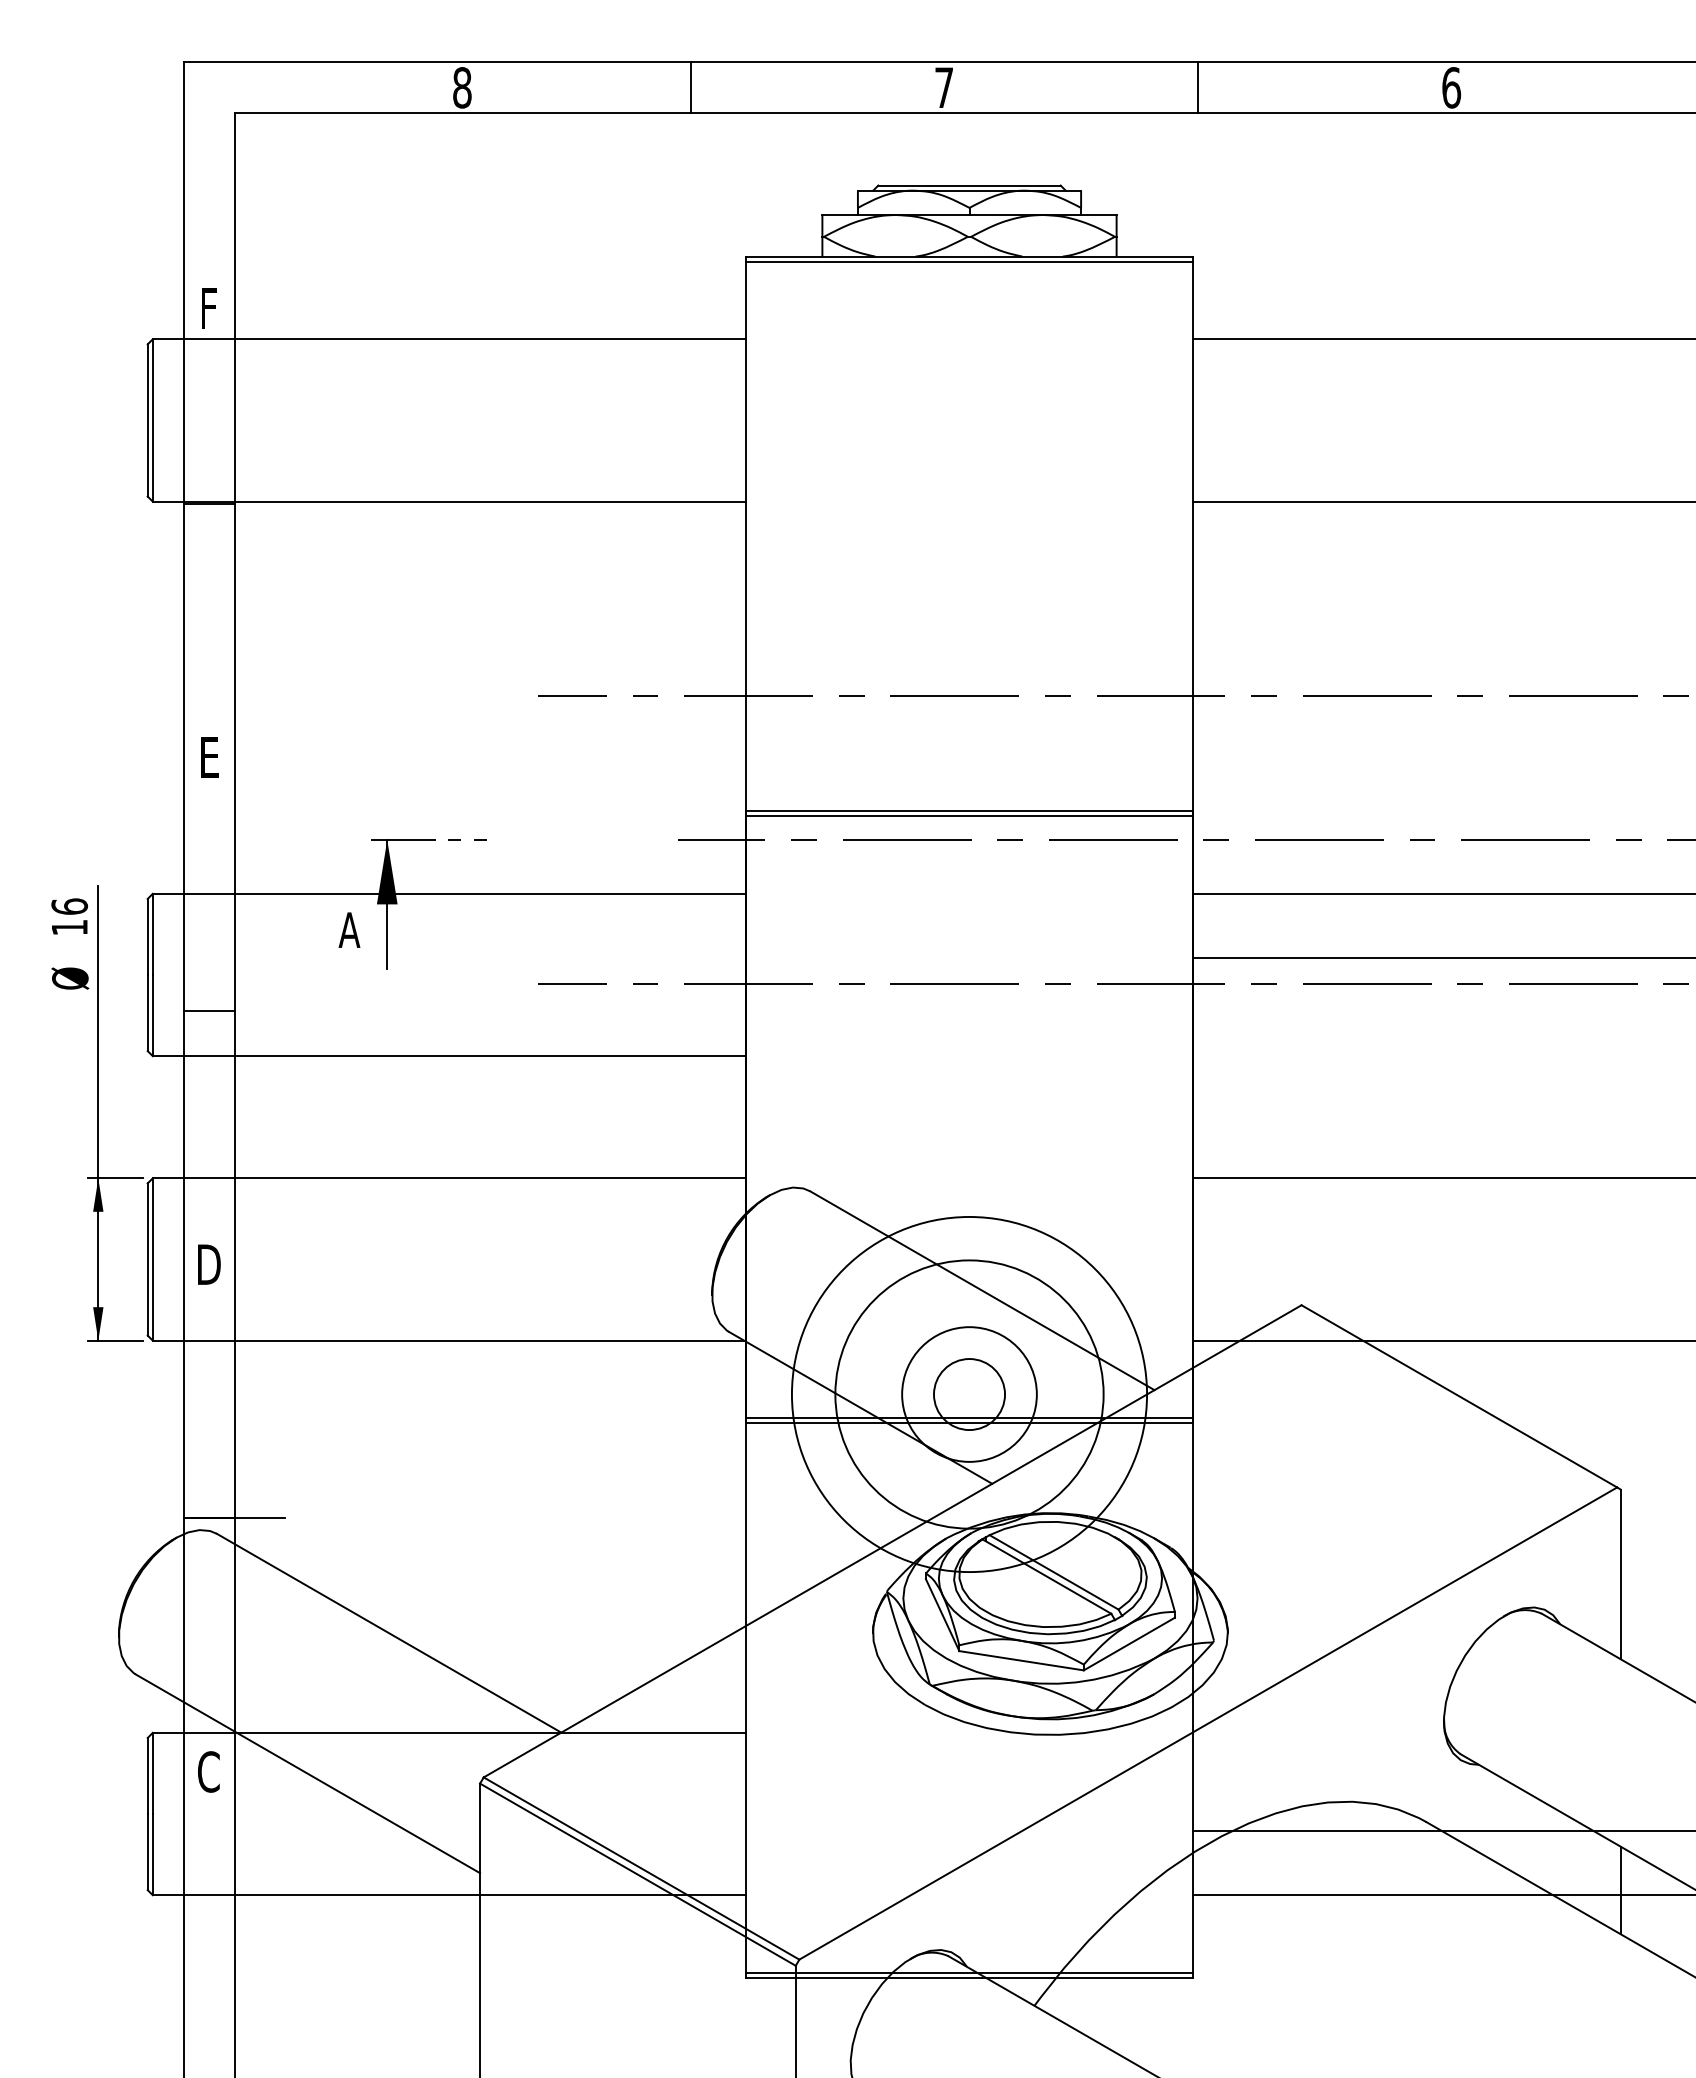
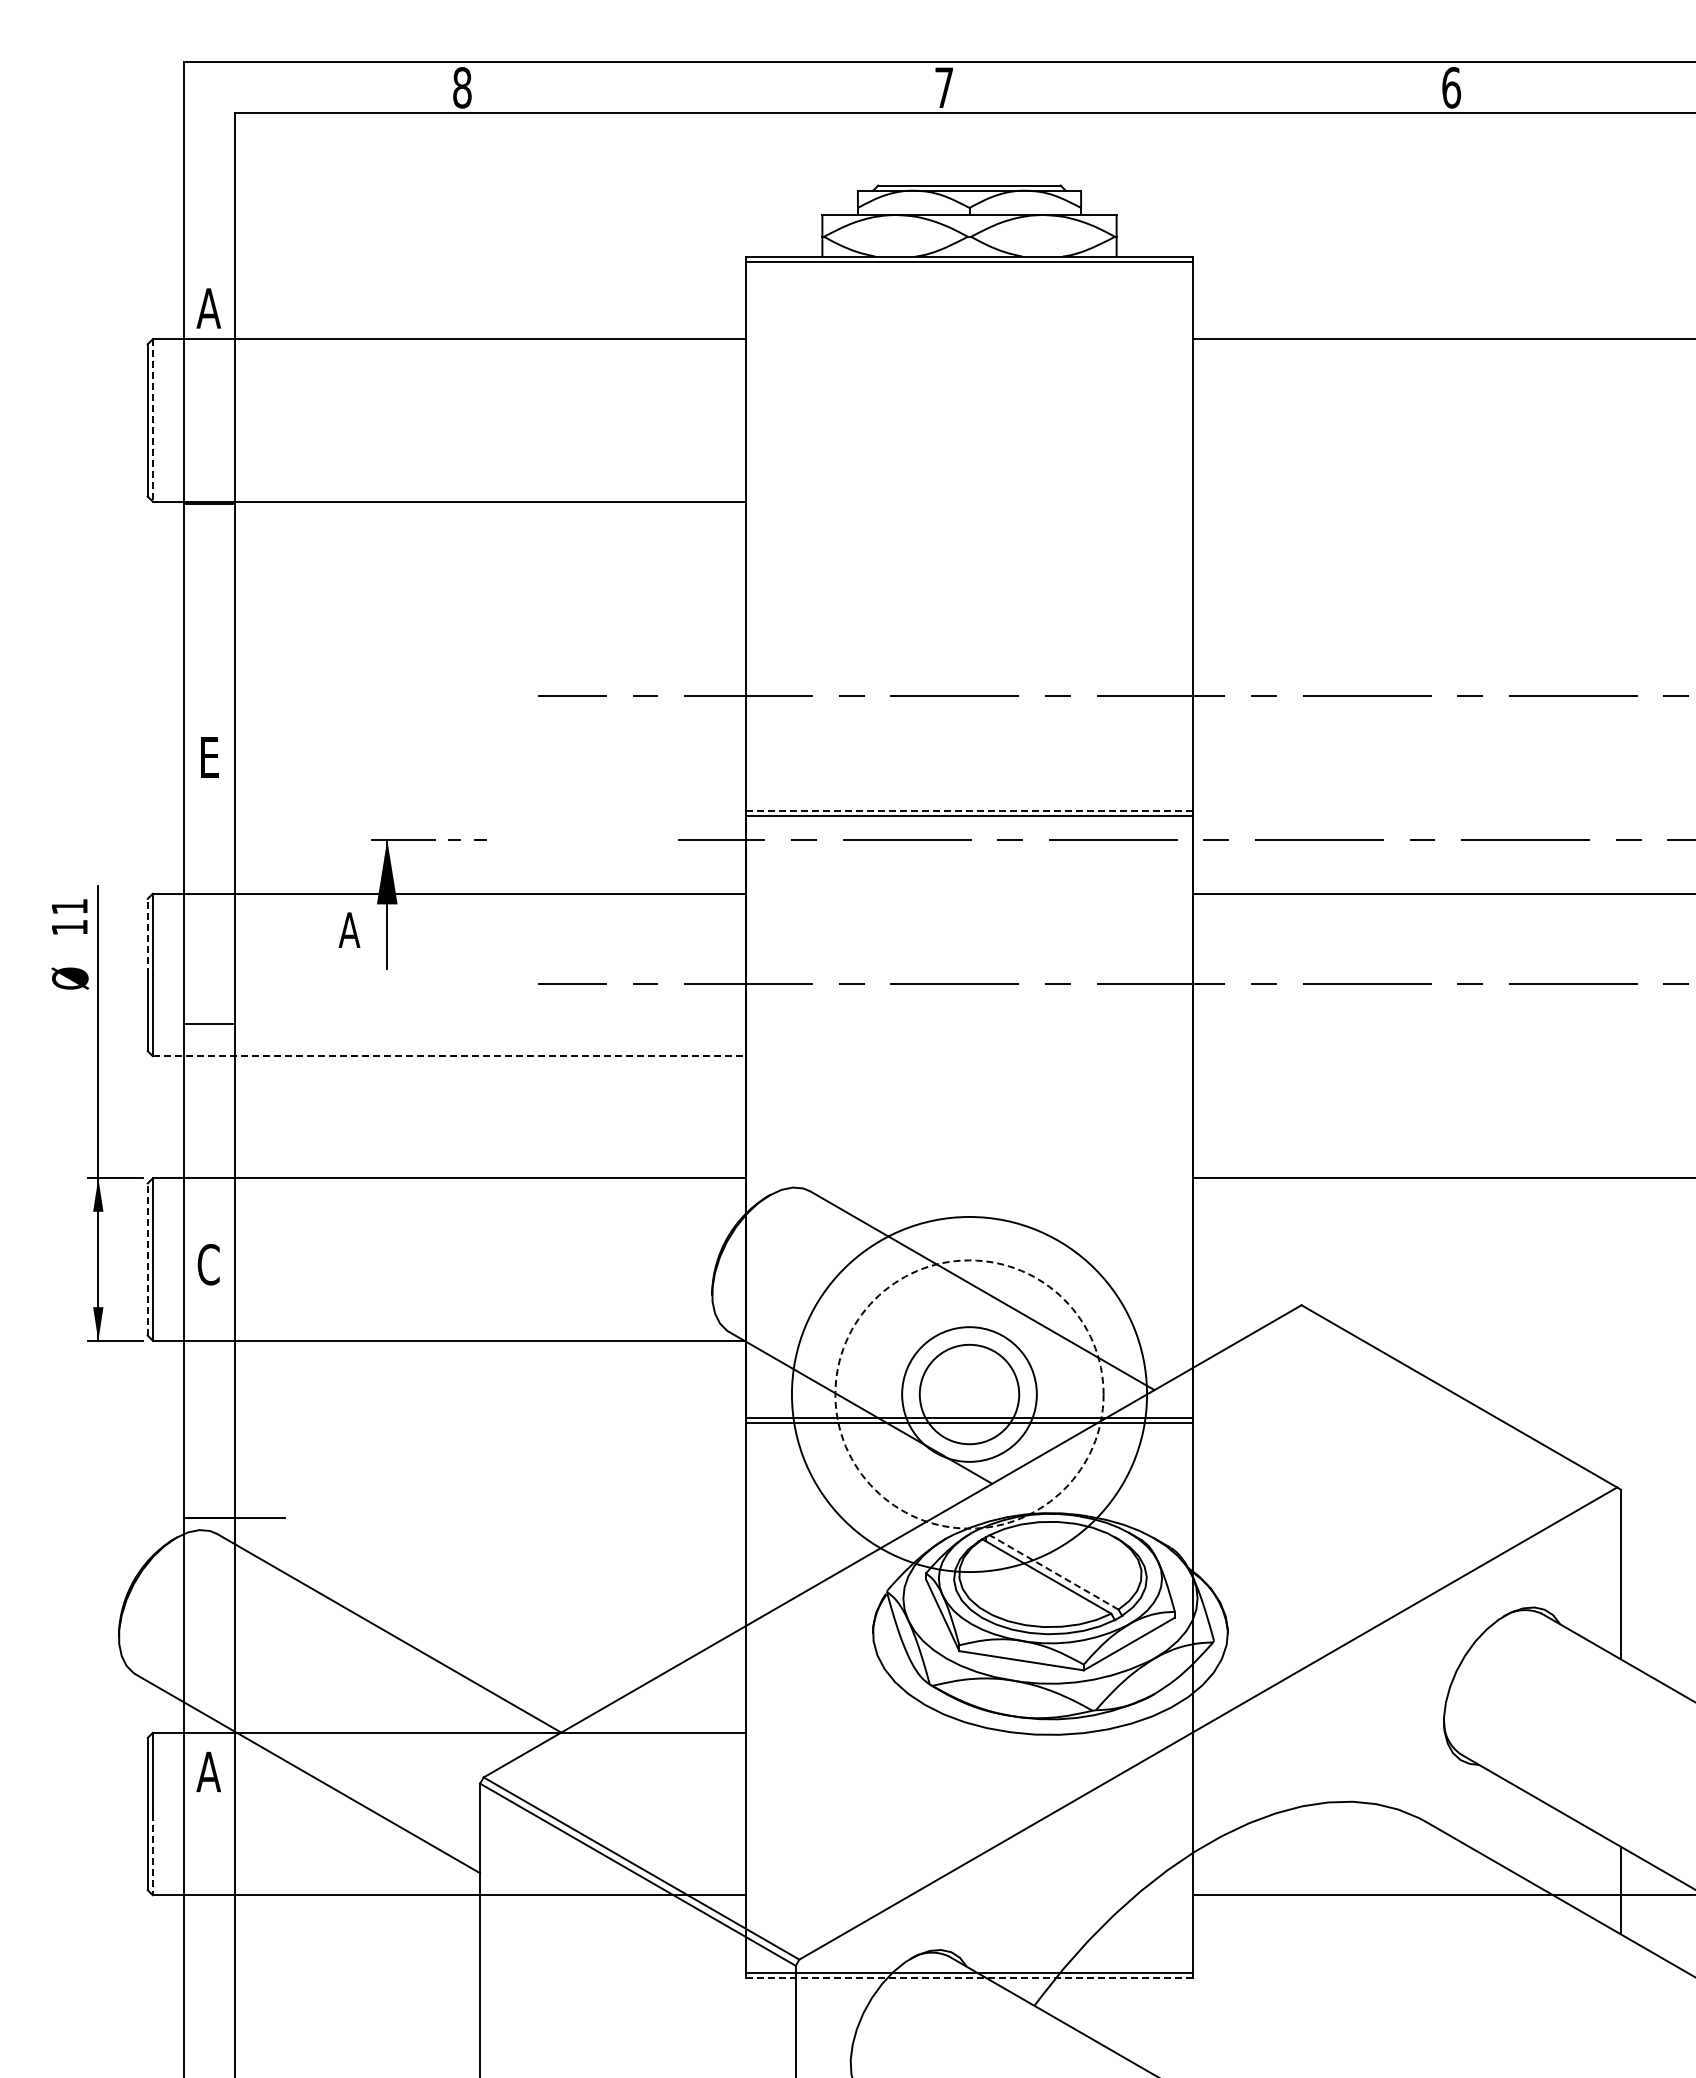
line at (691, 87): present -> none
line at (1198, 87): present -> none
text at (208, 308): F -> A
line at (152, 420): solid -> dashed
line at (1442, 501): present -> none
line at (970, 811): solid -> dashed
text at (69, 906): 16 -> 11
line at (147, 936): solid -> dashed
line at (1442, 958): present -> none
line at (208, 1010) position: (208, 1010) -> (208, 1023)
line at (449, 1056): solid -> dashed
line at (147, 1259): solid -> dashed
text at (208, 1264): D -> C
line at (1442, 1340): present -> none
circle at (969, 1394) diameter: 71 px -> 99 px
circle at (969, 1394): solid -> dashed
line at (1053, 1572): solid -> dashed
text at (208, 1771): C -> A
line at (1442, 1830): present -> none
line at (152, 1854): solid -> dashed
line at (969, 1977): solid -> dashed
